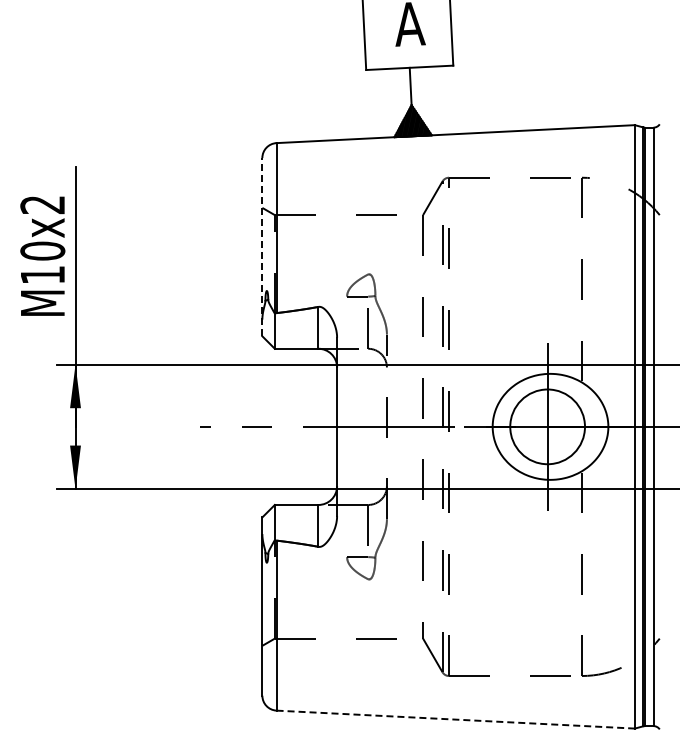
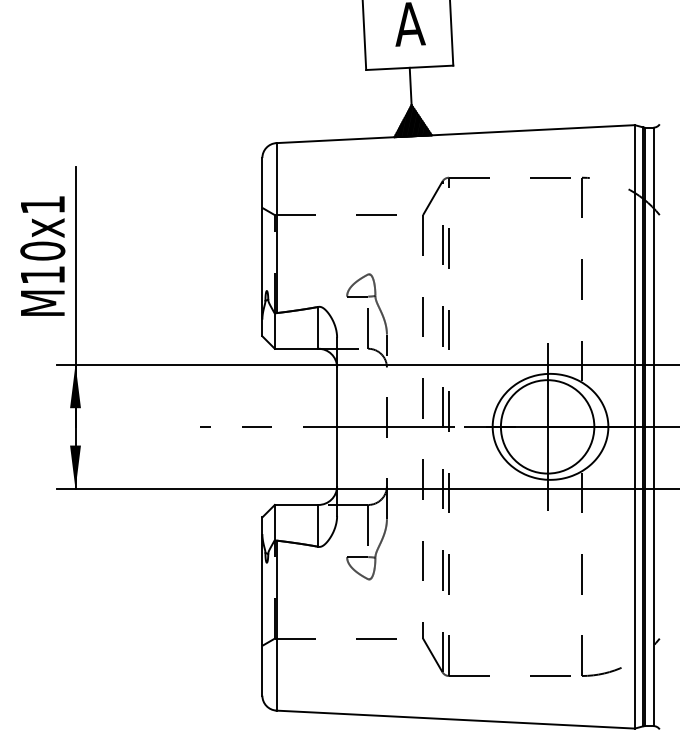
text at (42, 205): M10x2 -> M10x1
line at (262, 246): dashed -> solid
circle at (547, 426) diameter: 75 px -> 93 px
line at (456, 719): dashed -> solid
